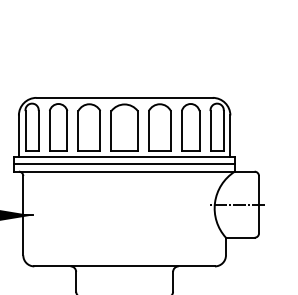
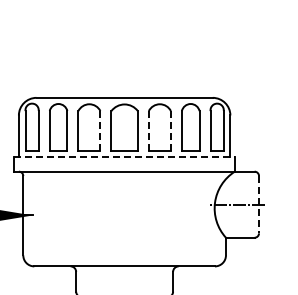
line at (100, 130): solid -> dashed
line at (148, 130): solid -> dashed
line at (170, 130): solid -> dashed
line at (125, 157): solid -> dashed
line at (124, 163): present -> none
line at (259, 204): solid -> dashed
